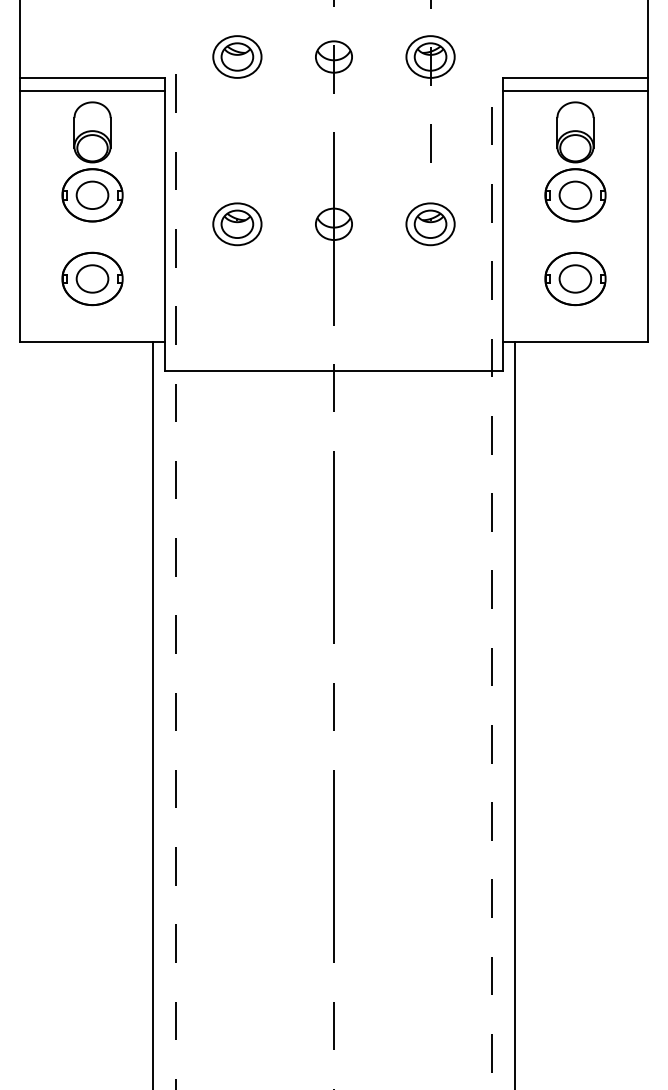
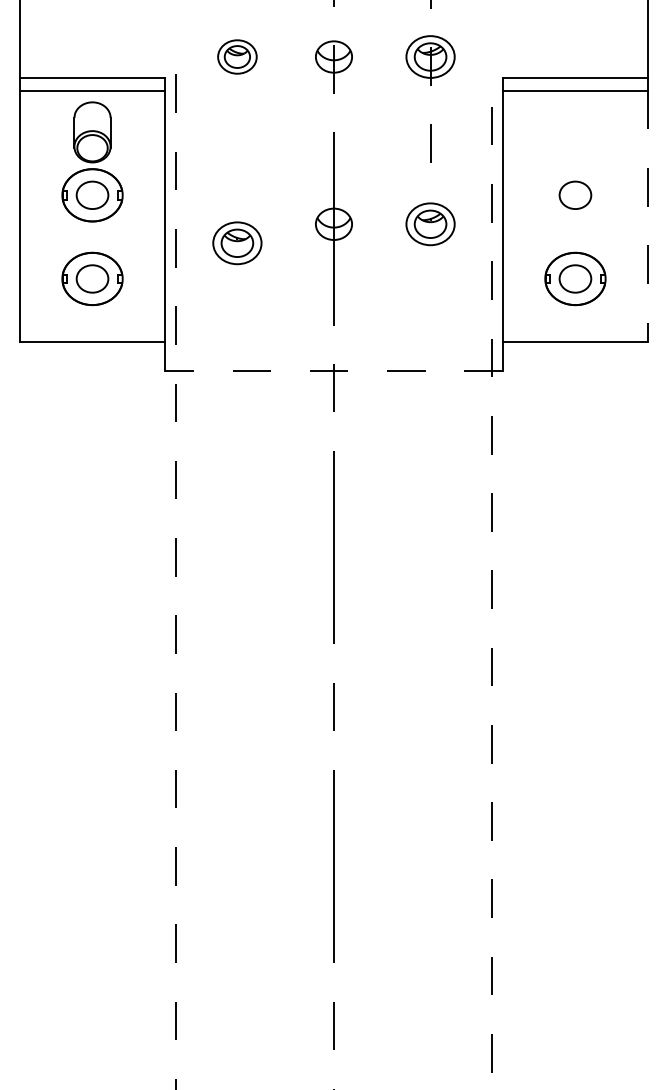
part at (237, 56) size: 51x44 px -> 41x36 px
part at (575, 161): present -> none
line at (647, 216): solid -> dashed
part at (237, 224) position: (237, 224) -> (237, 243)
line at (333, 370): solid -> dashed
line at (152, 713): present -> none
line at (515, 713): present -> none
